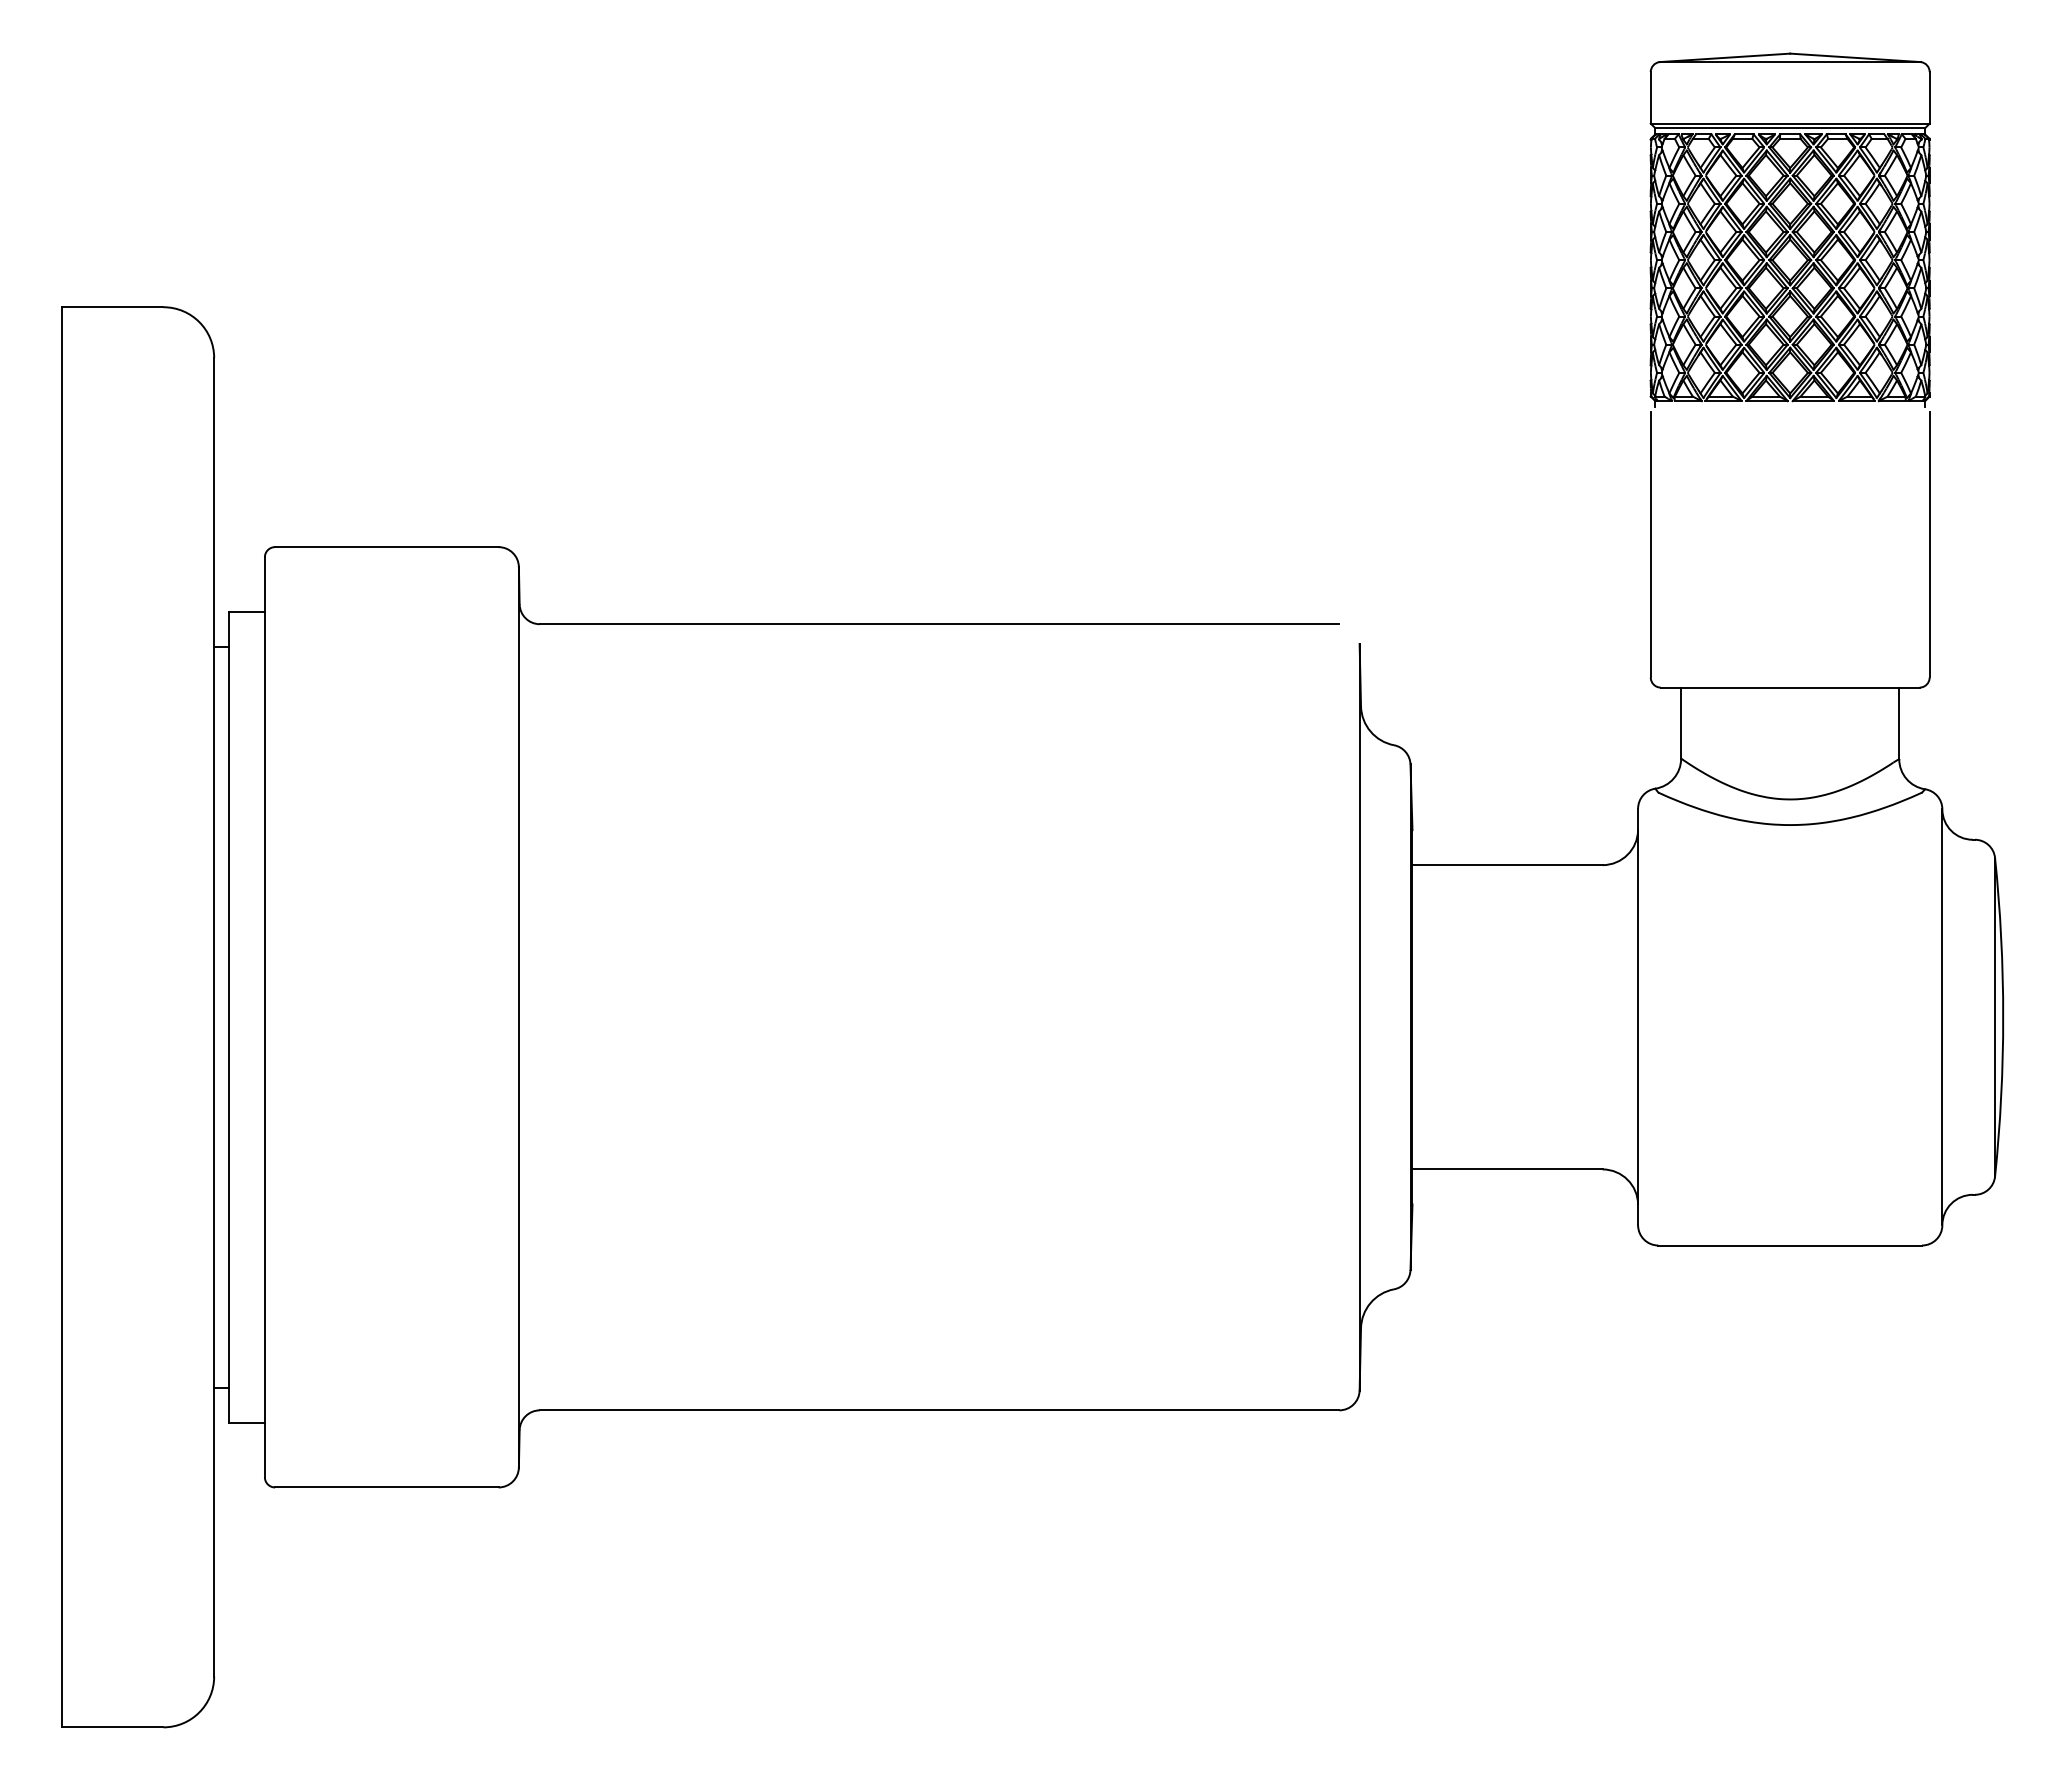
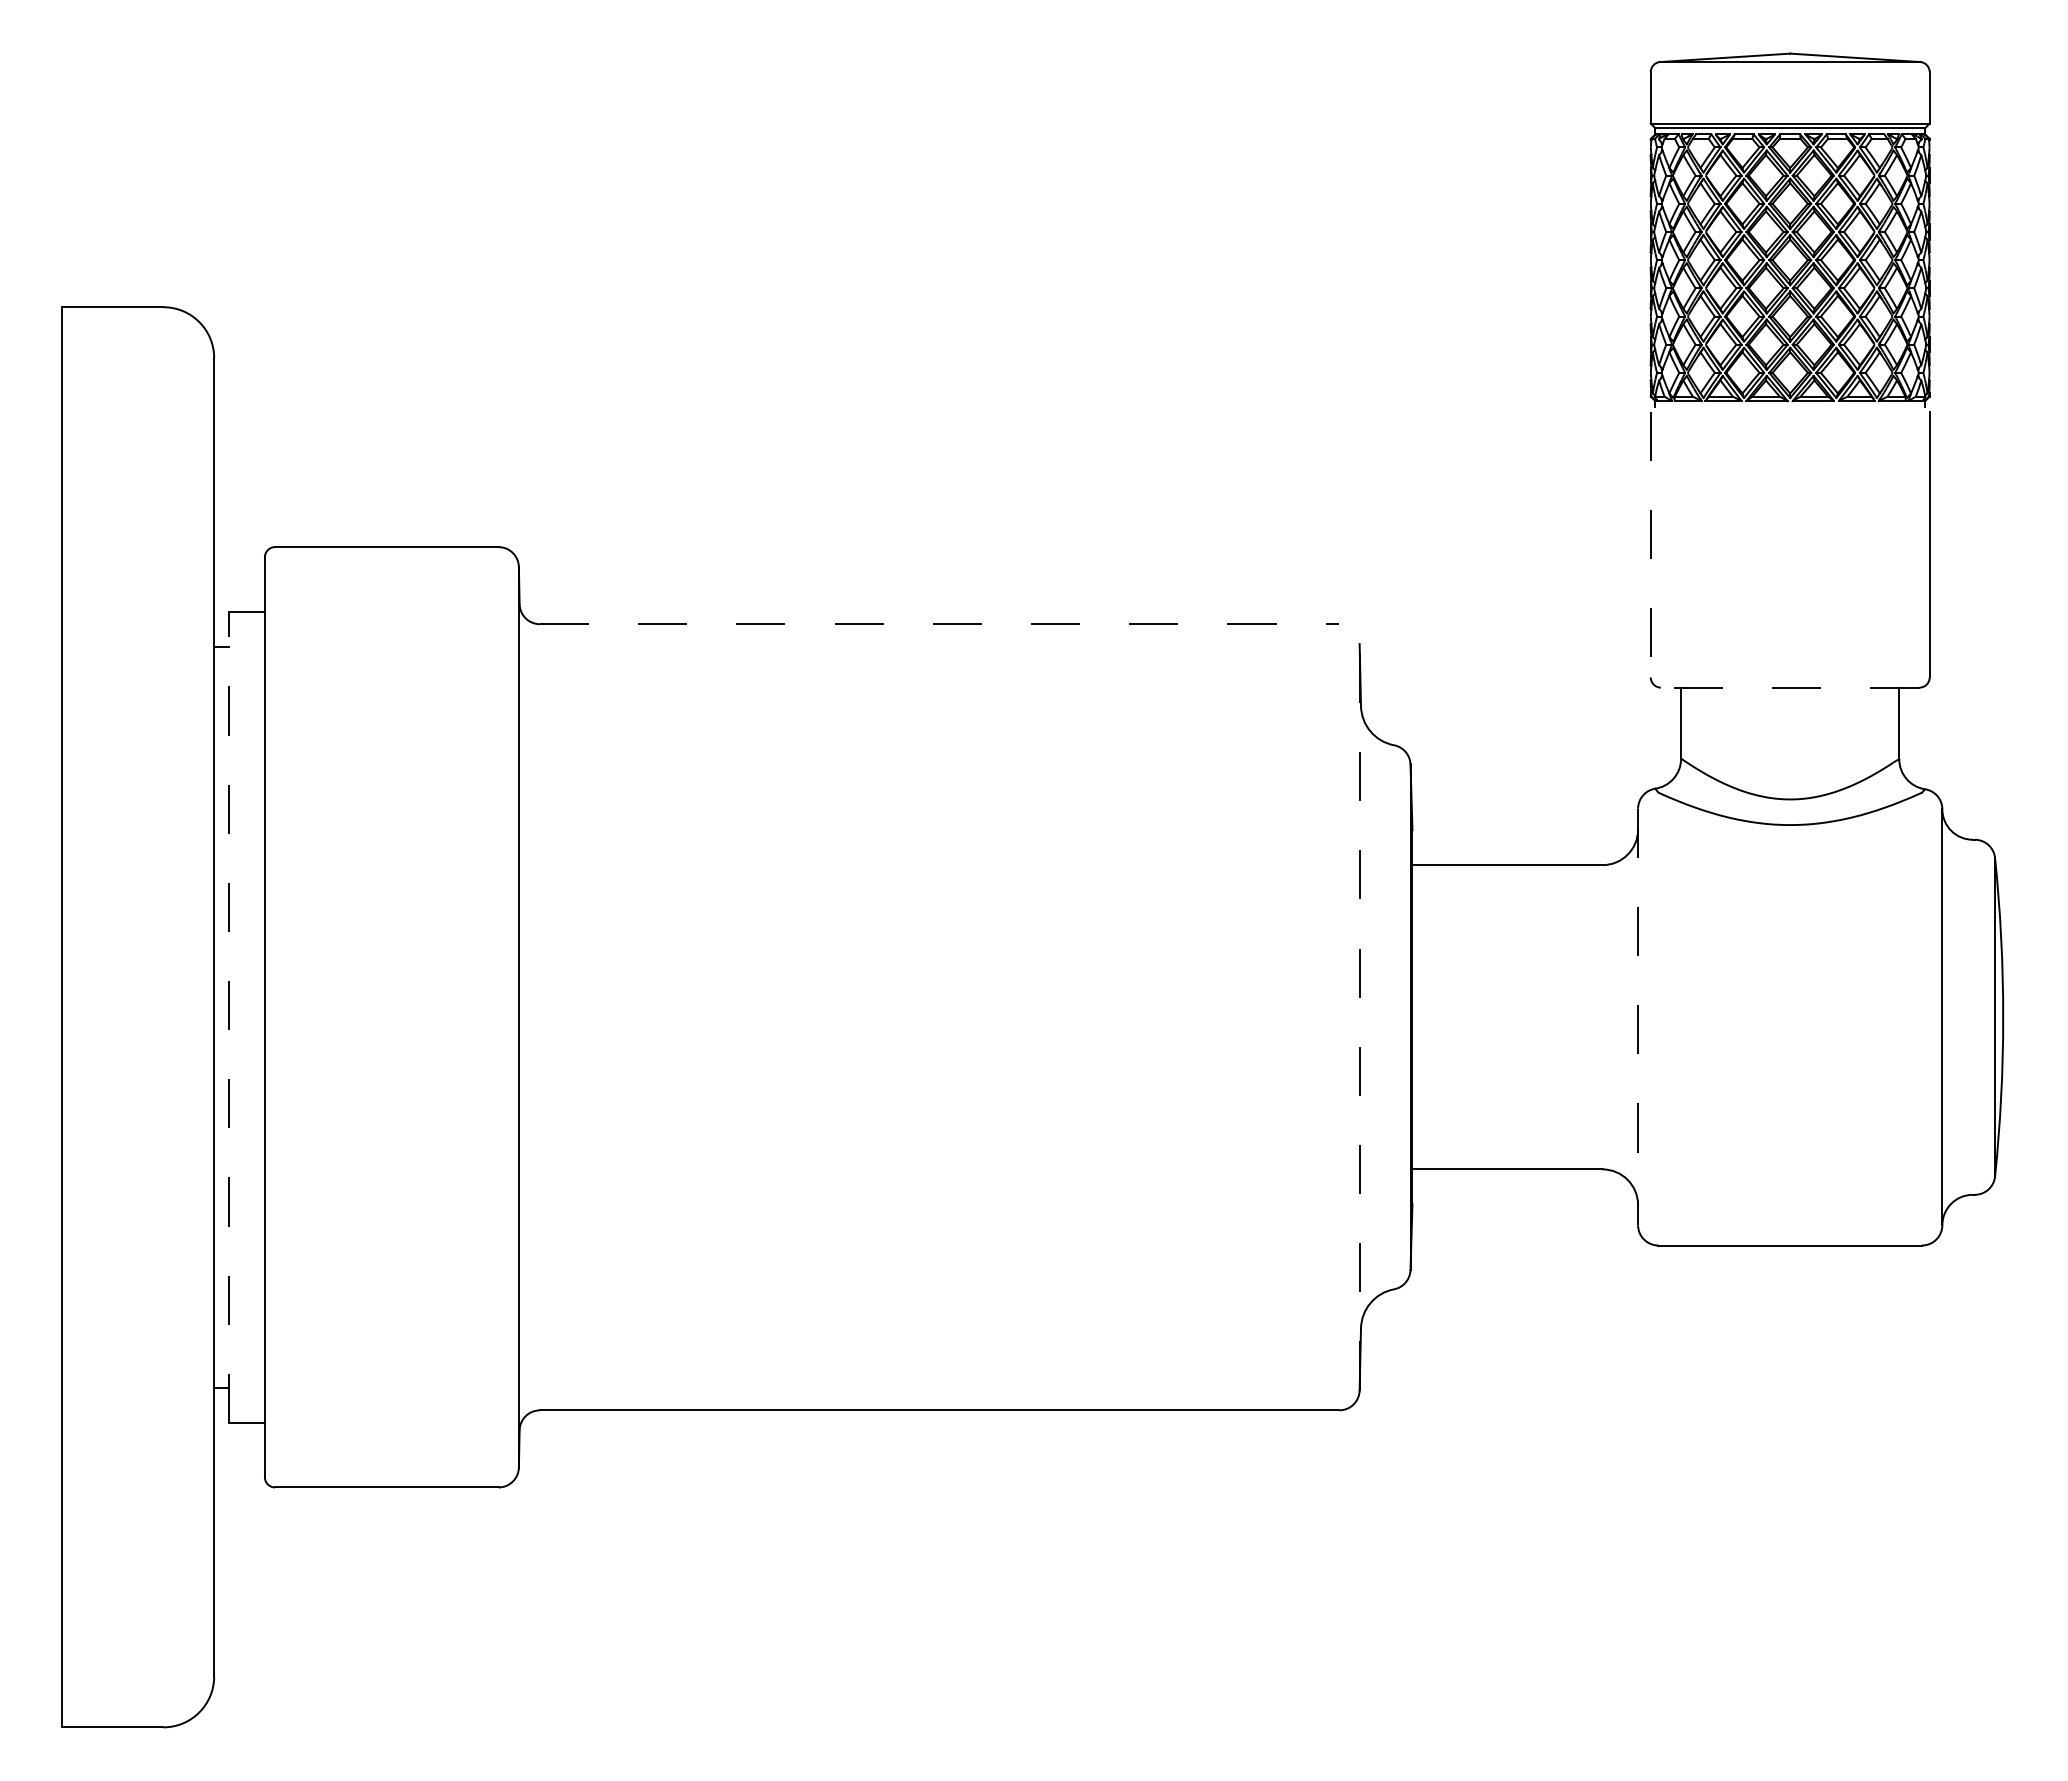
line at (1650, 544): solid -> dashed
line at (939, 624): solid -> dashed
line at (1789, 687): solid -> dashed
line at (1359, 1016): solid -> dashed
line at (229, 1017): solid -> dashed
line at (1638, 1017): solid -> dashed
